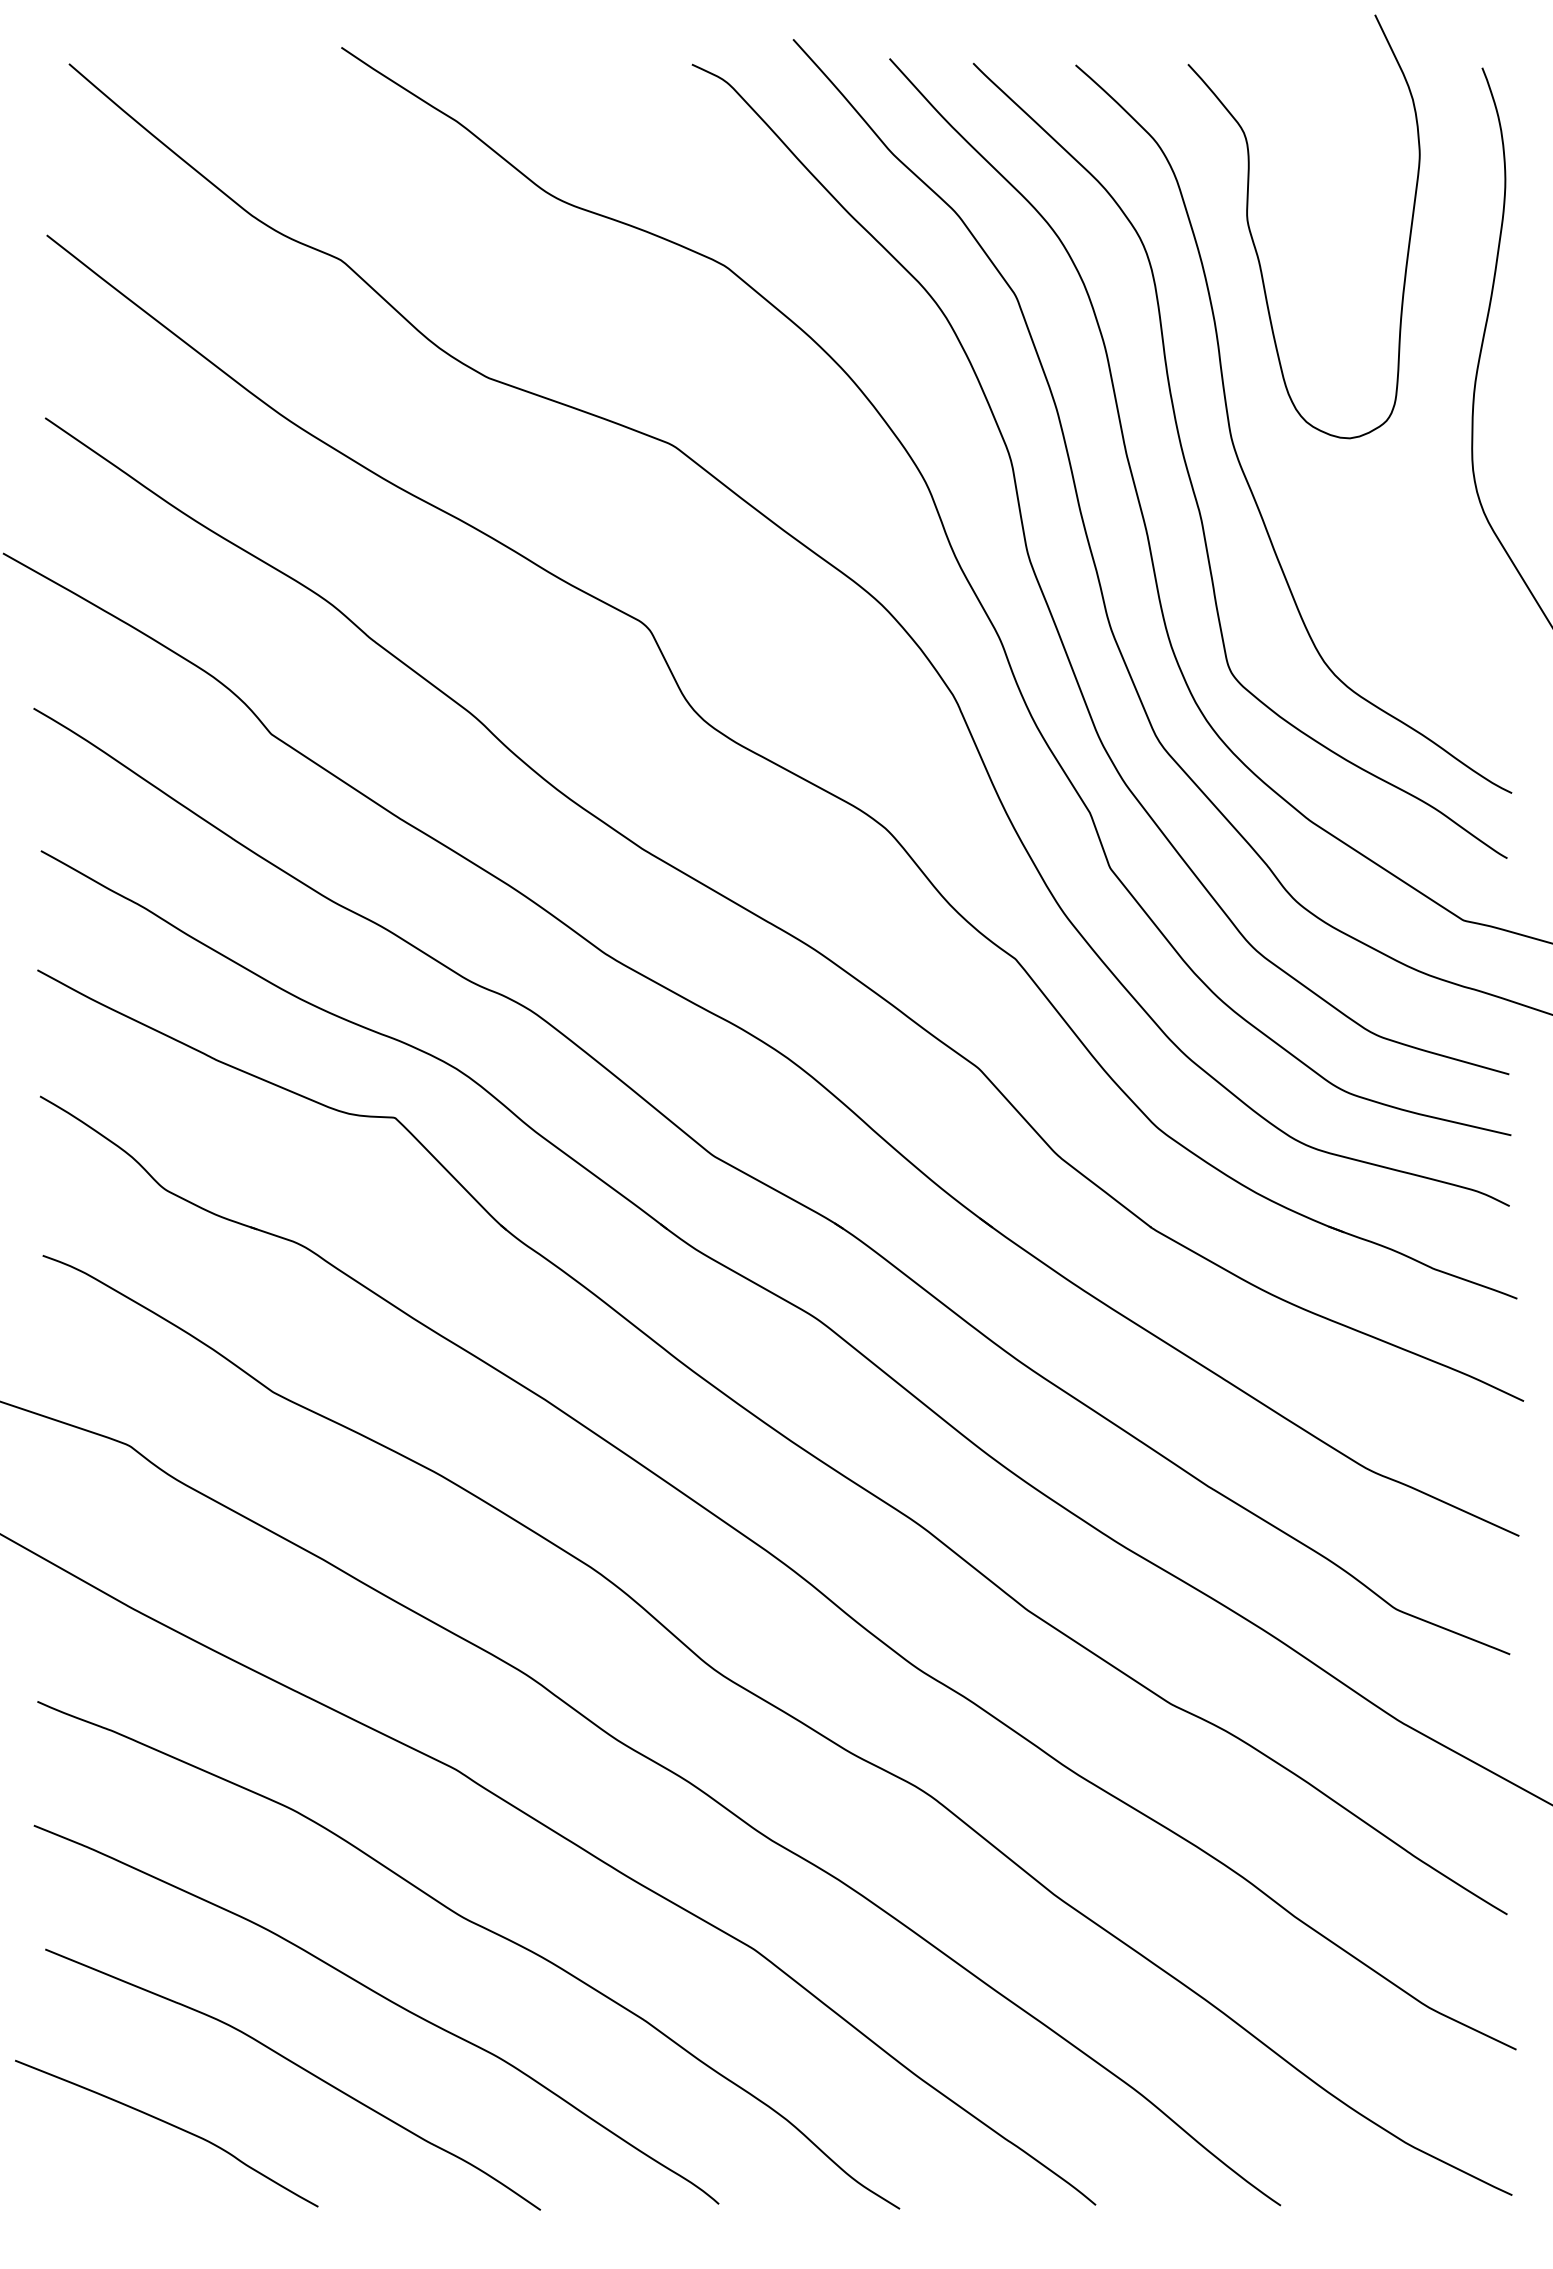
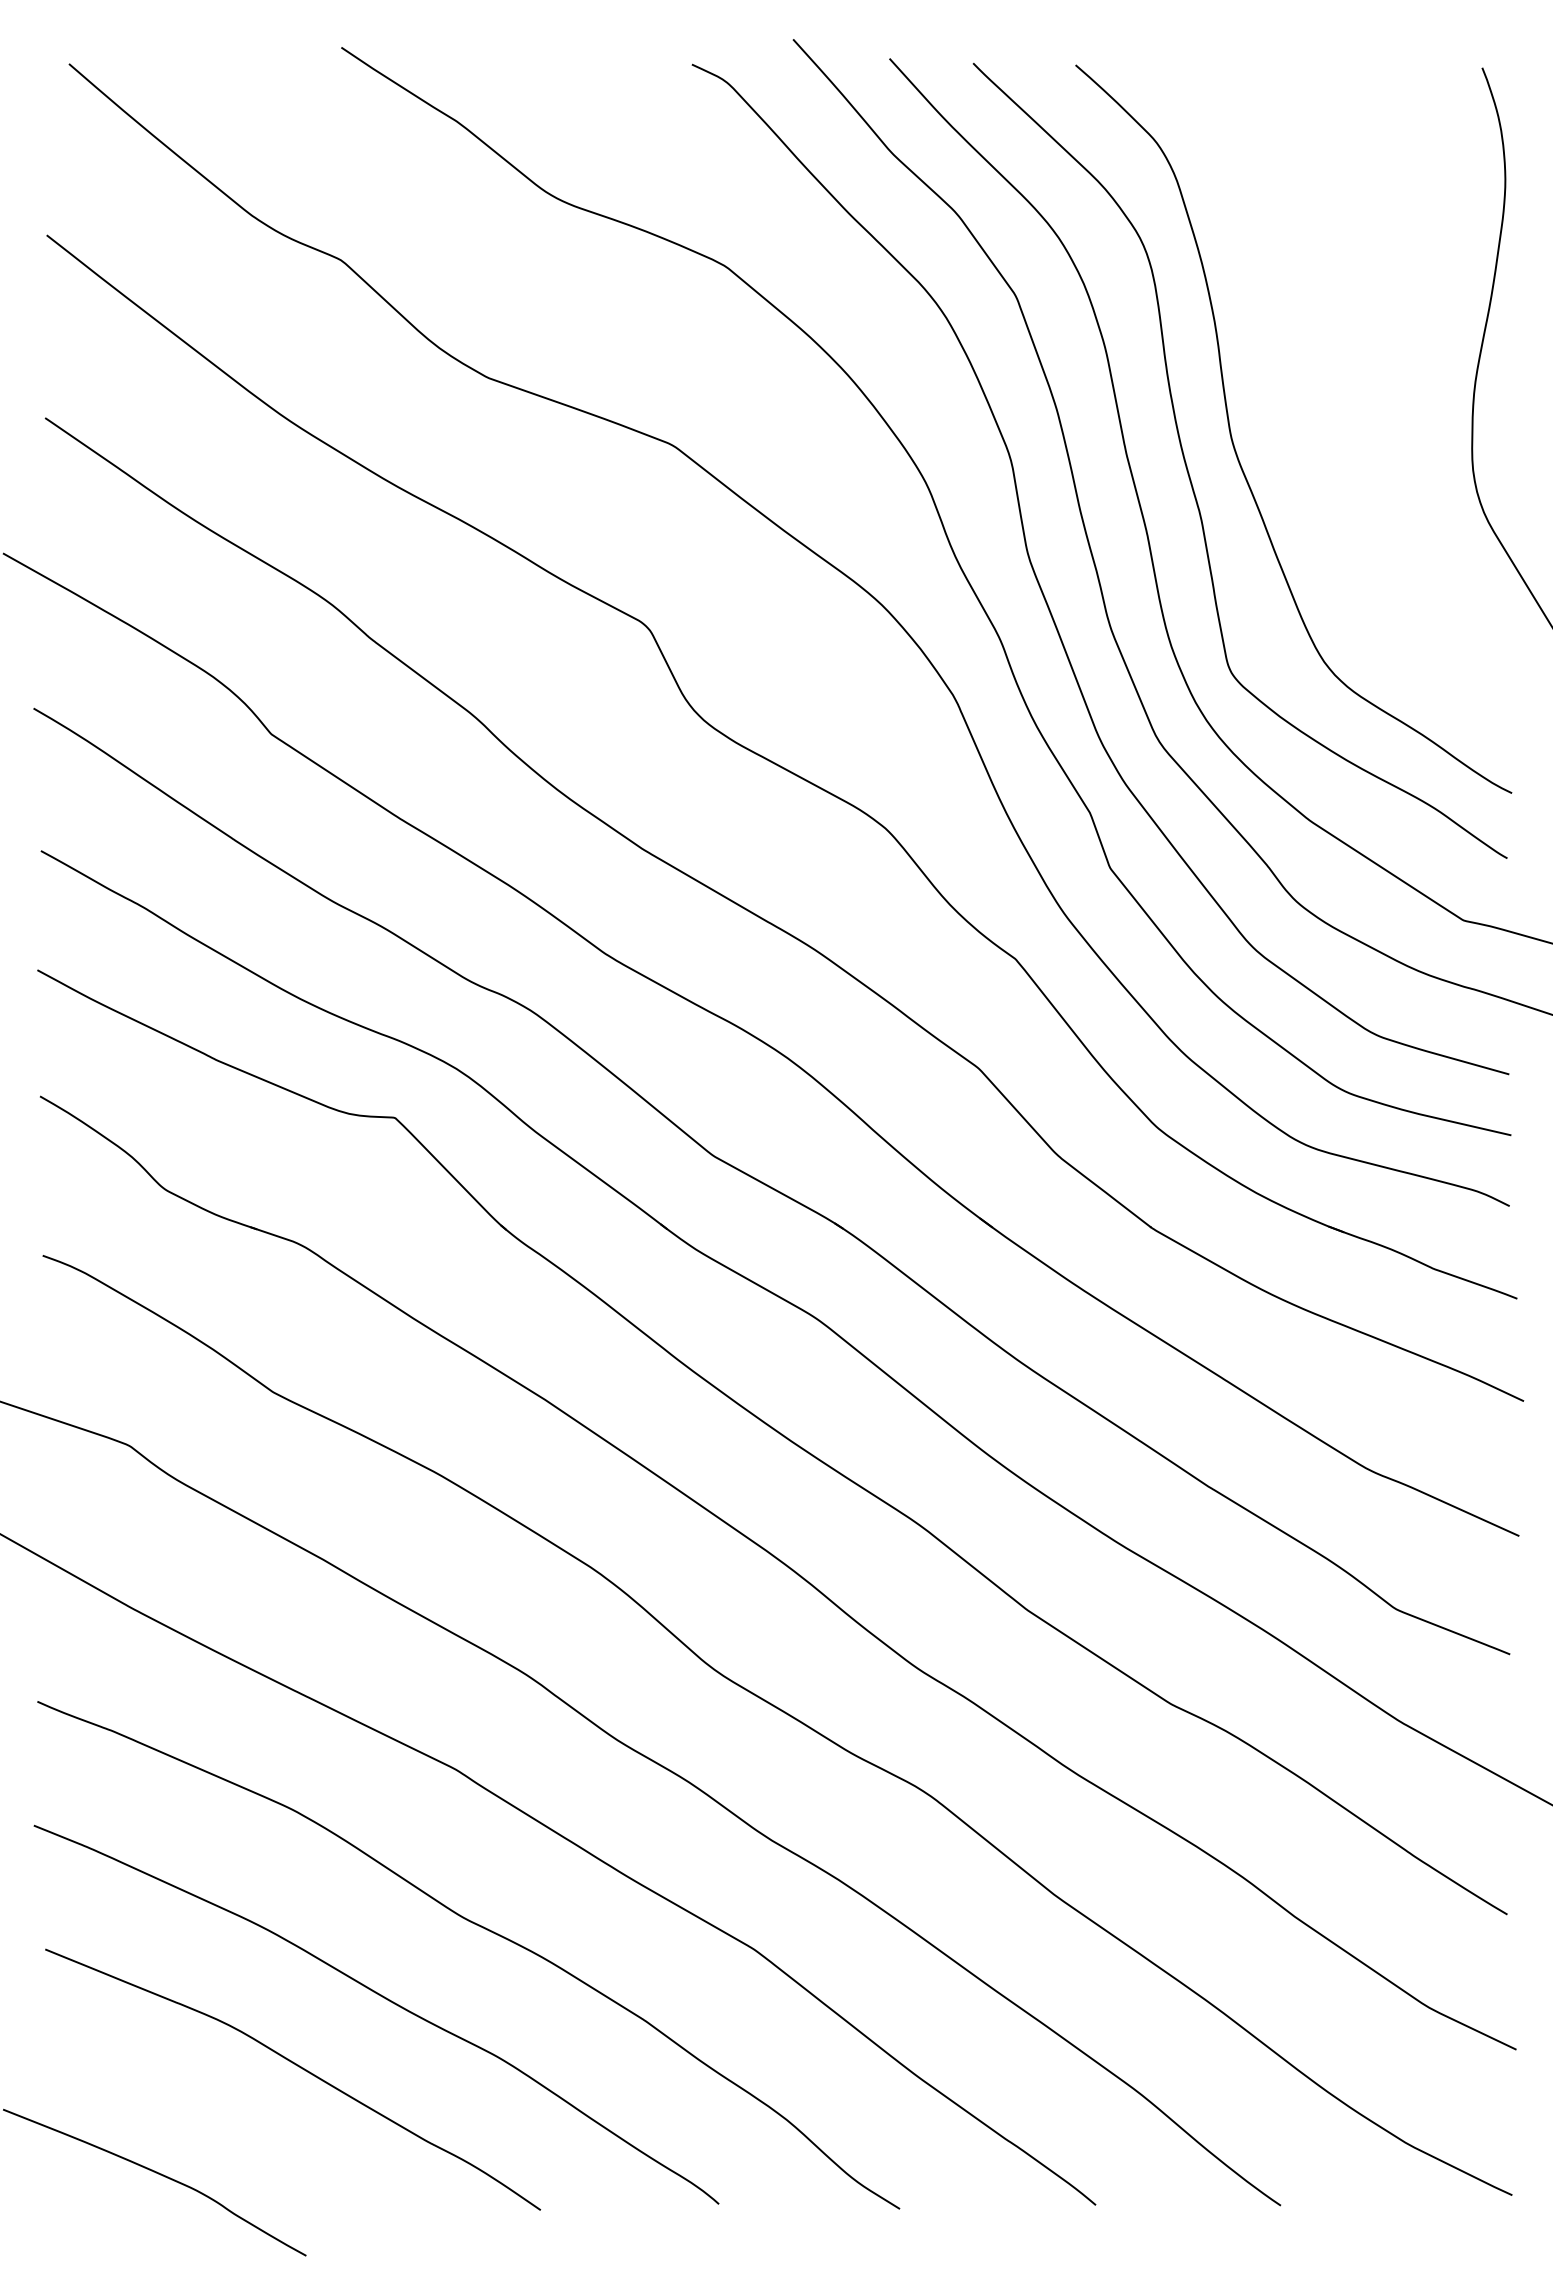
curve at (1253, 238): present -> none
curve at (170, 2125) position: (170, 2125) -> (158, 2174)
